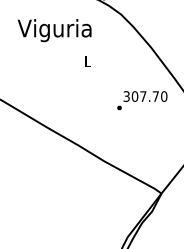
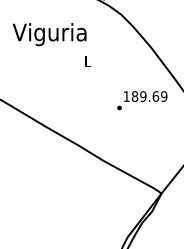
text at (54, 30) position: (54, 30) -> (49, 34)
text at (145, 96): 307.70 -> 189.69
